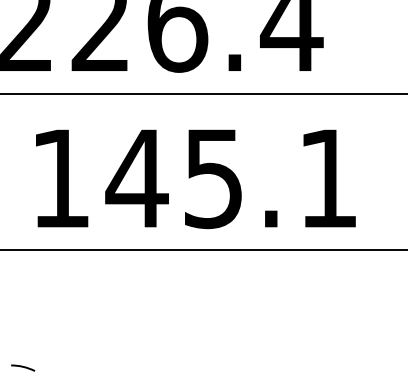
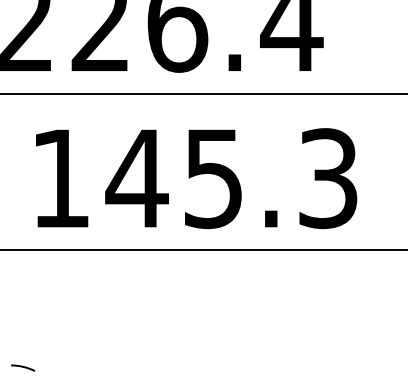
text at (328, 178): 145.1 -> 145.3
